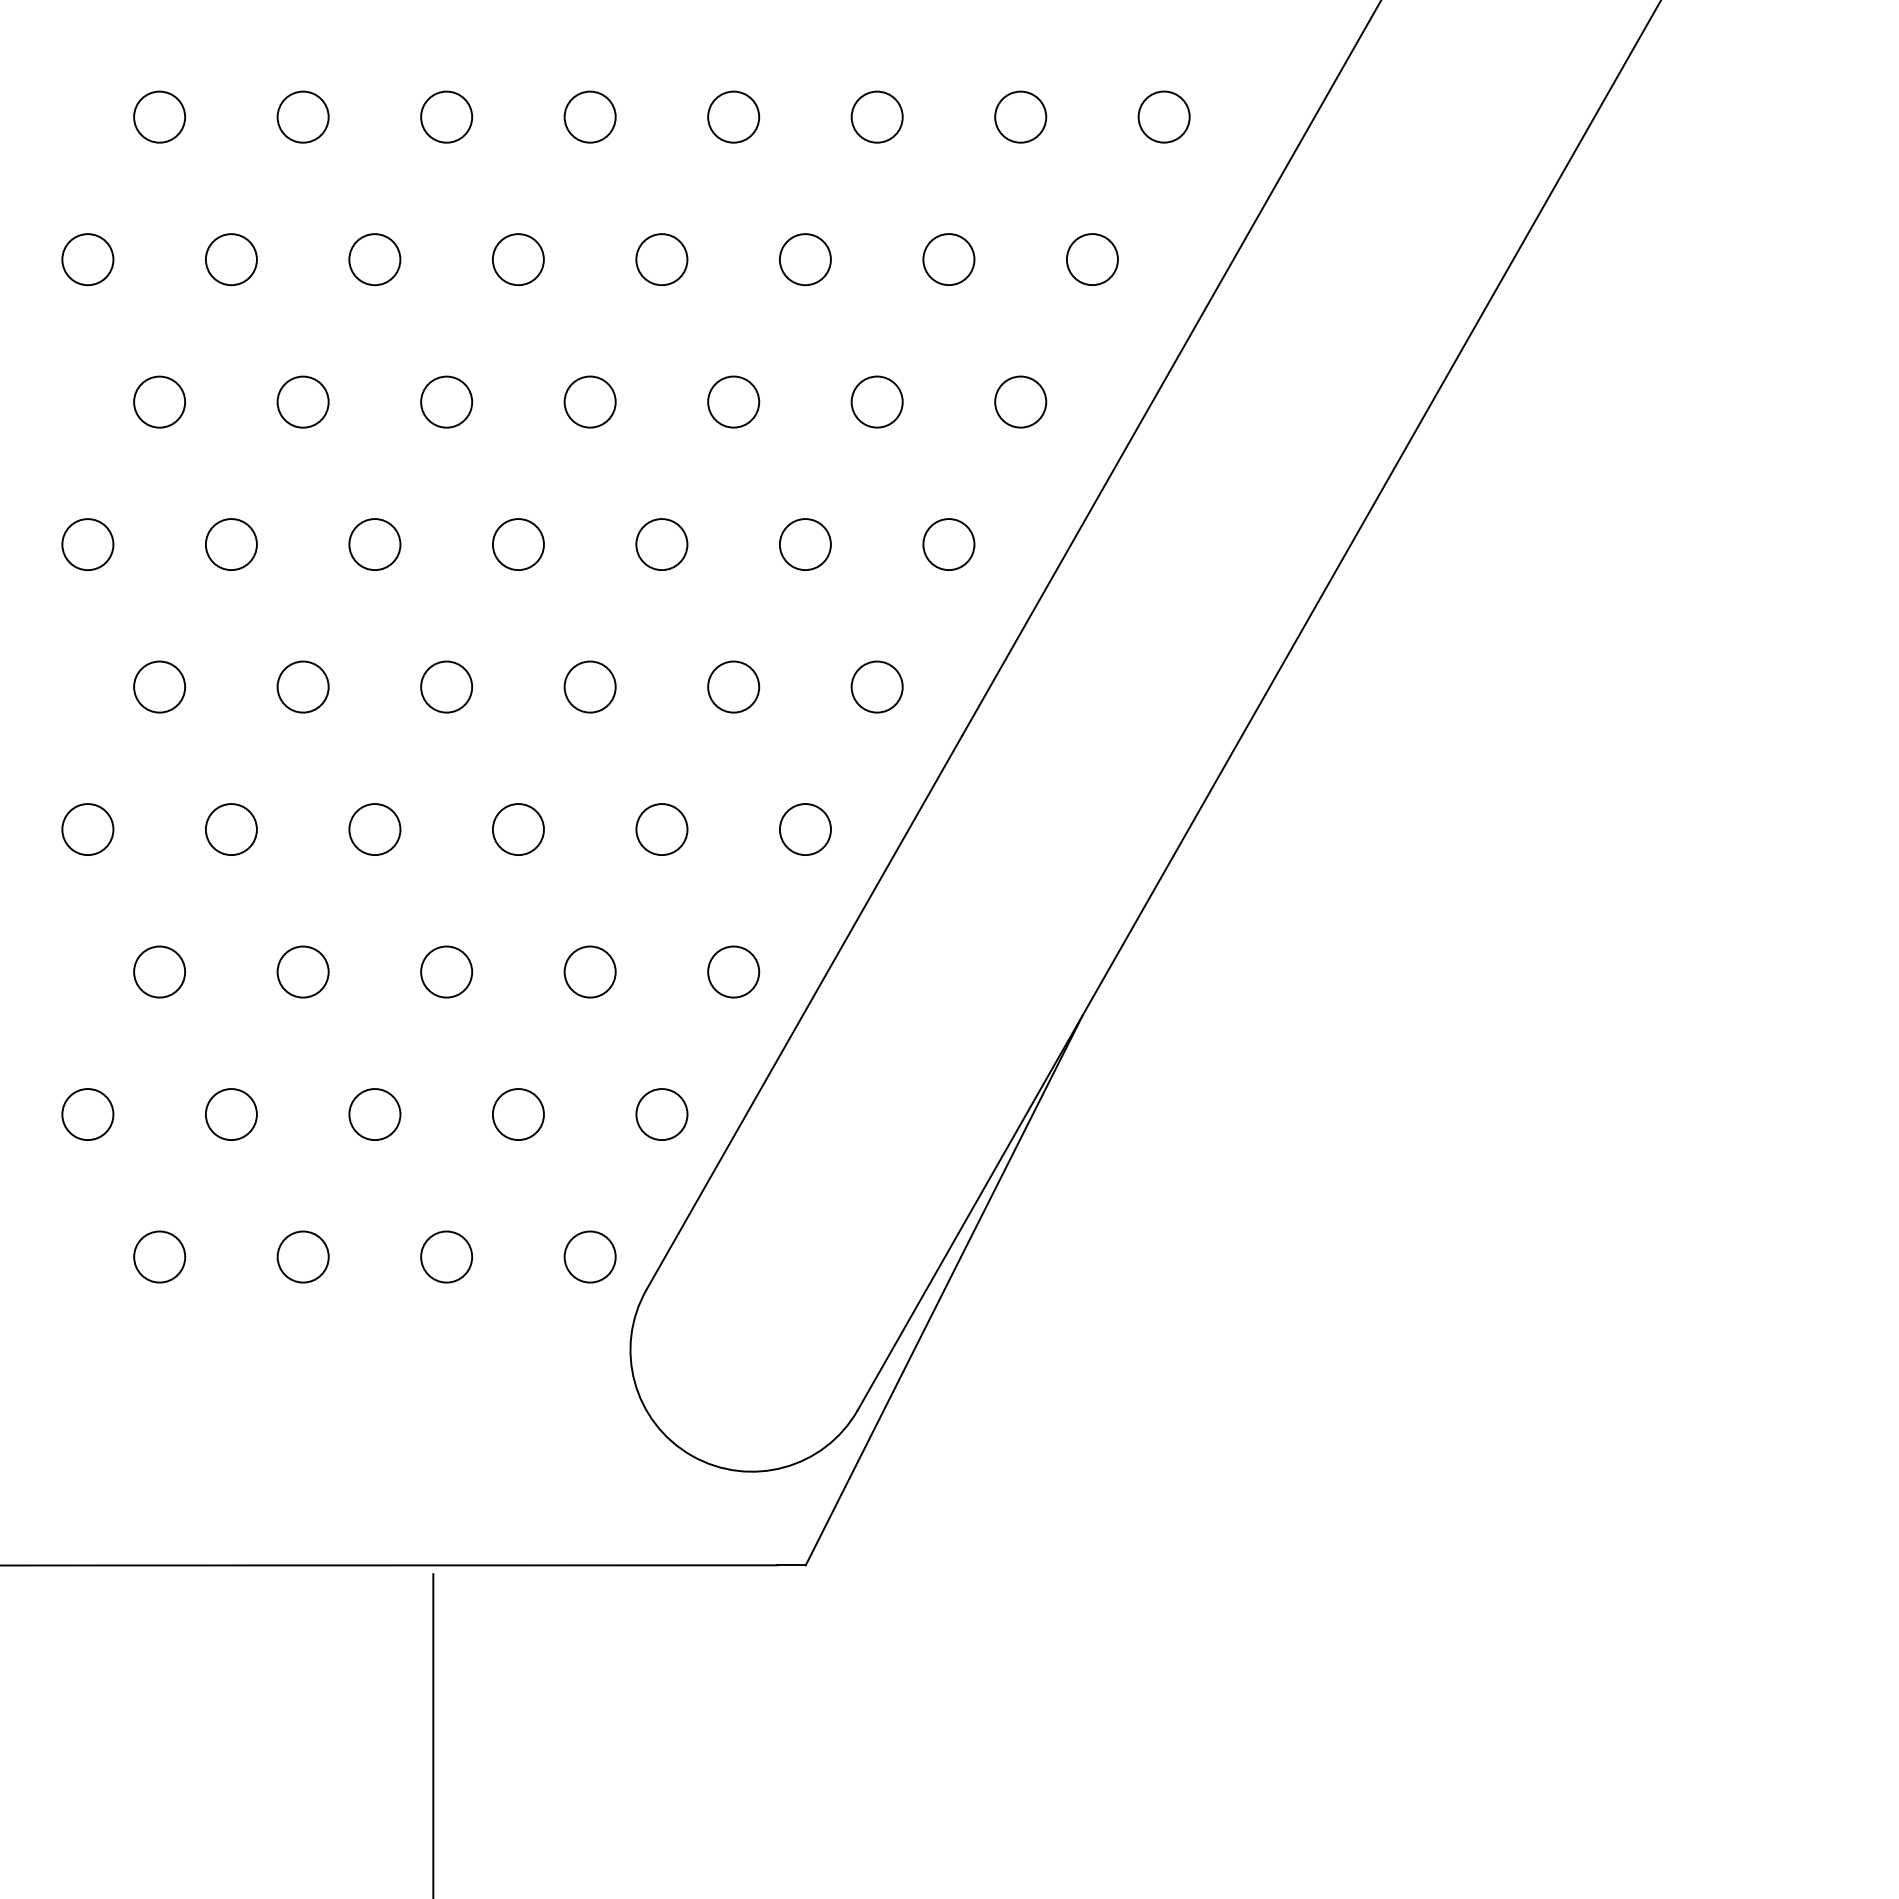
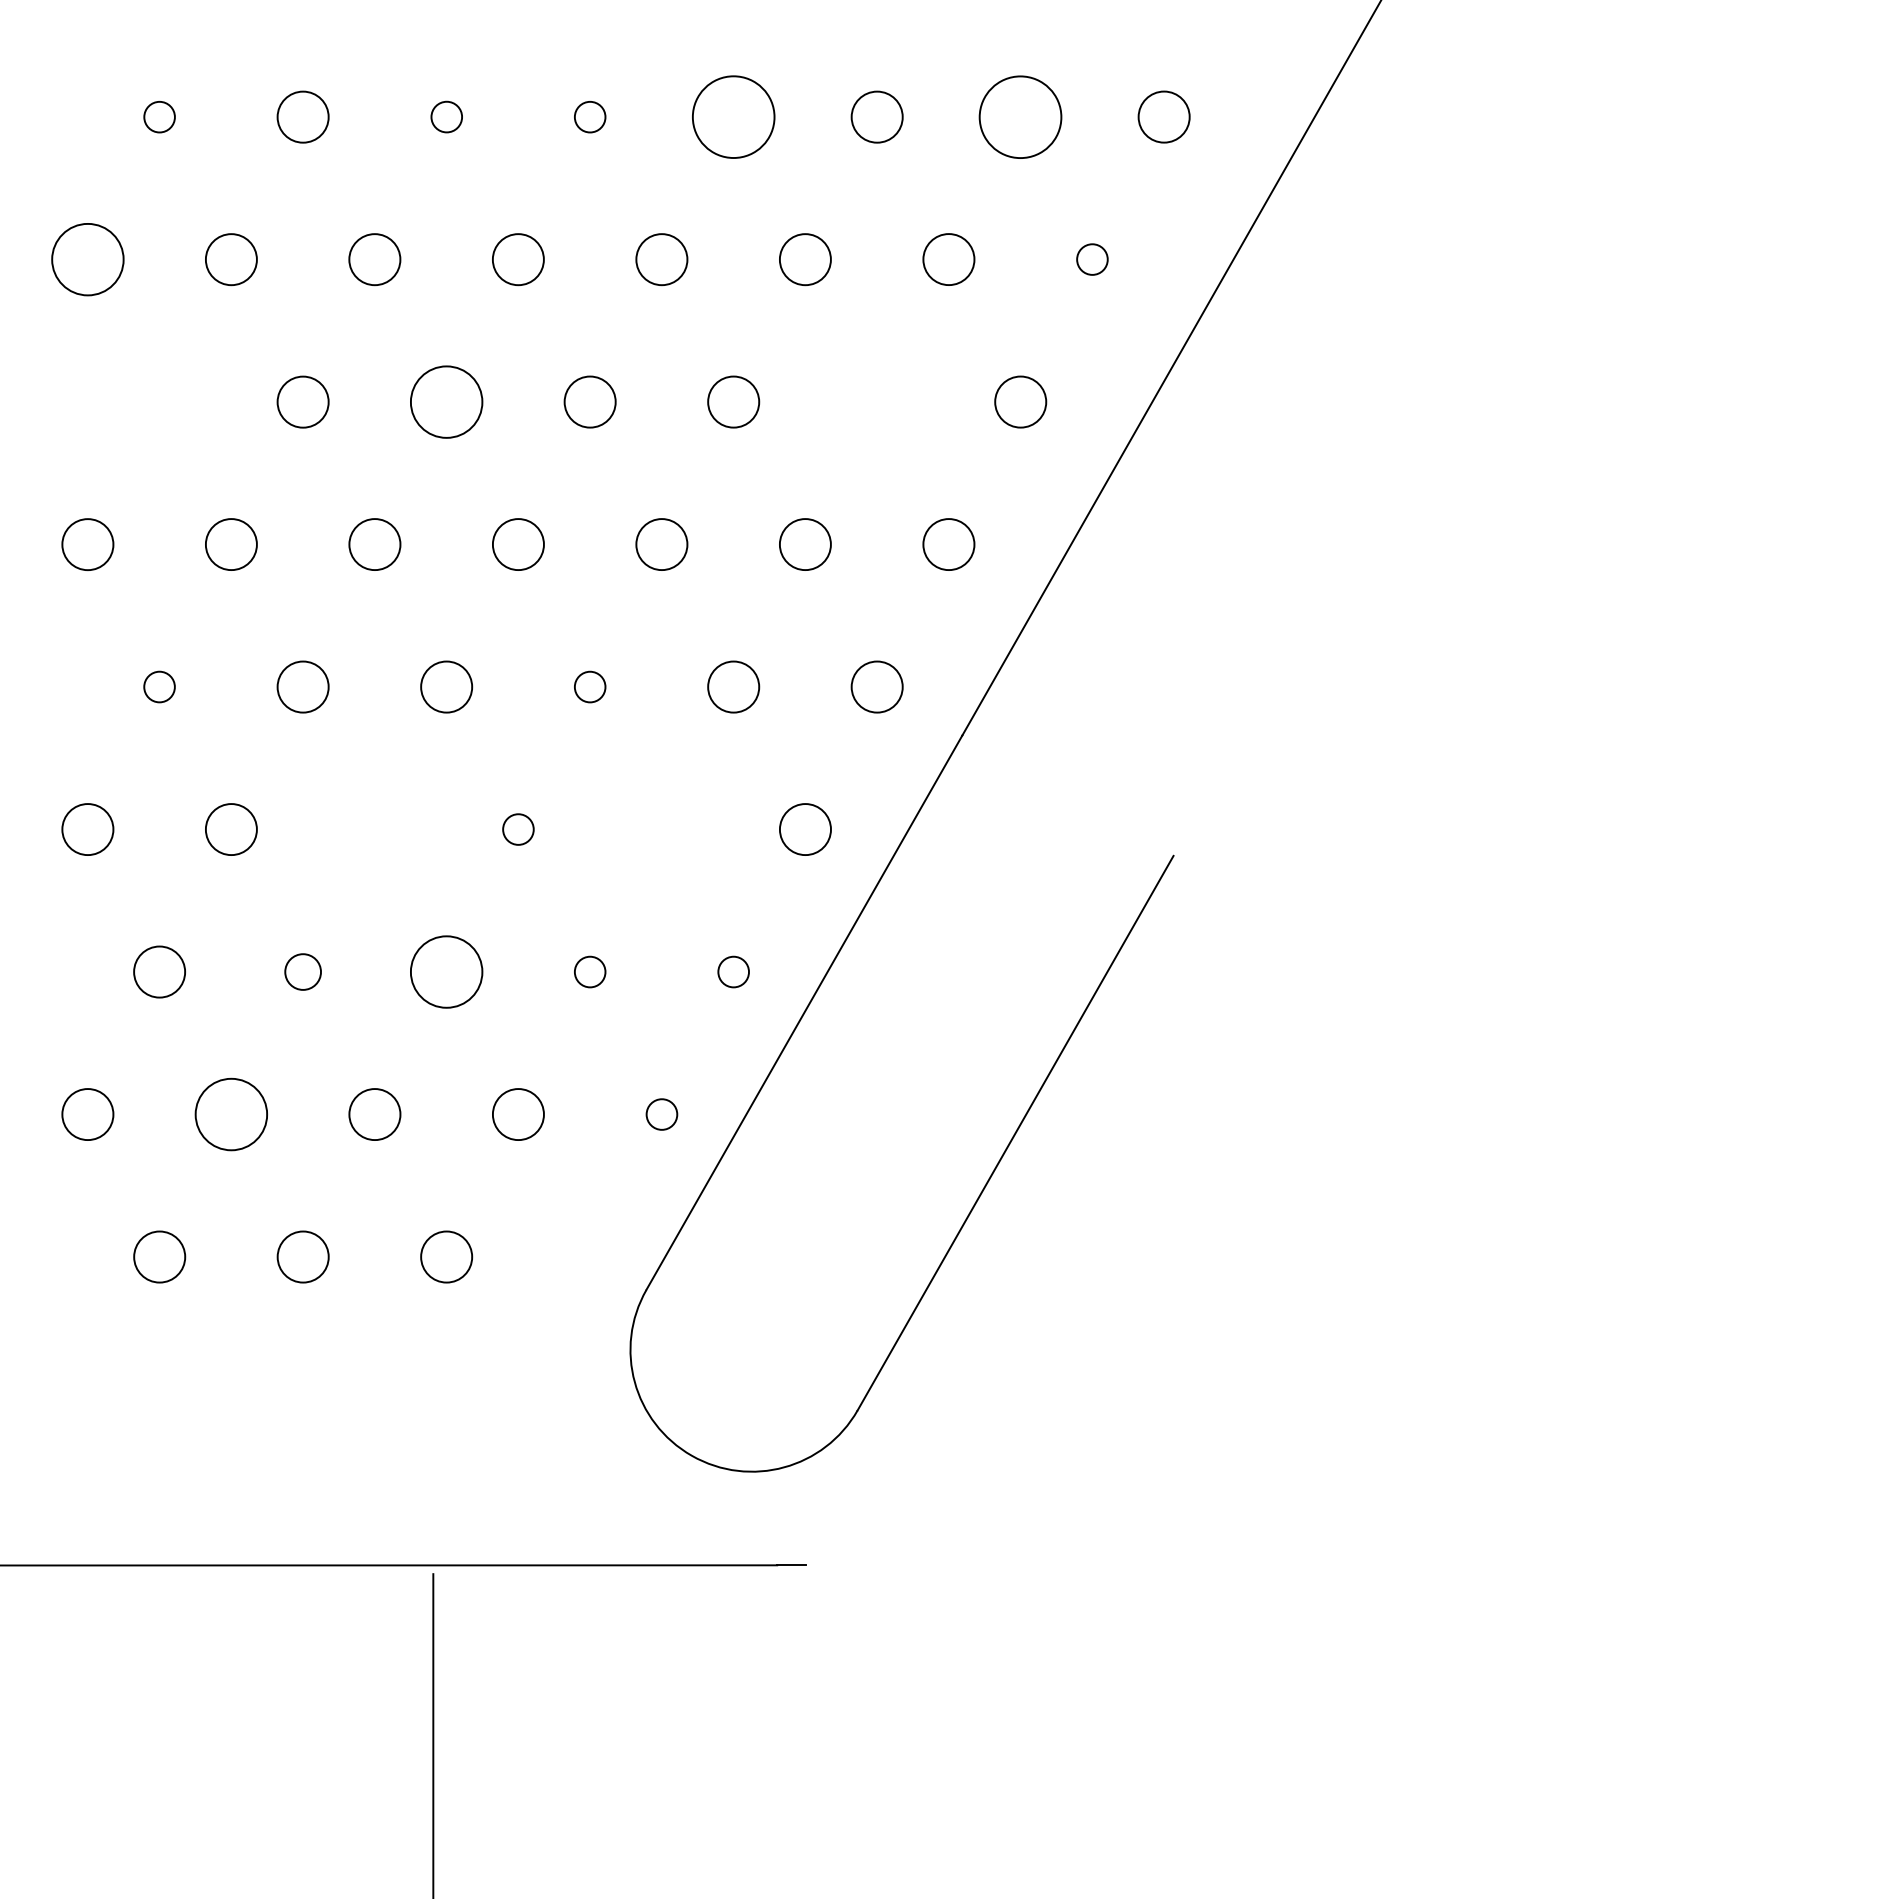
circle at (159, 116) diameter: 51 px -> 31 px
circle at (446, 116) size: 54x54 px -> 33x34 px
circle at (589, 116) diameter: 51 px -> 31 px
circle at (733, 116) diameter: 51 px -> 82 px
circle at (1020, 116) size: 54x54 px -> 85x84 px
circle at (87, 259) diameter: 51 px -> 71 px
circle at (1091, 259) diameter: 51 px -> 31 px
circle at (159, 401): present -> none
circle at (446, 401) diameter: 51 px -> 71 px
circle at (876, 401): present -> none
line at (1416, 428): present -> none
circle at (159, 686) size: 53x54 px -> 33x34 px
circle at (589, 686) diameter: 51 px -> 31 px
circle at (374, 829): present -> none
circle at (517, 829) diameter: 51 px -> 31 px
circle at (661, 829): present -> none
circle at (302, 971) diameter: 51 px -> 36 px
circle at (446, 971) diameter: 51 px -> 71 px
circle at (589, 971) diameter: 51 px -> 31 px
circle at (733, 971) diameter: 51 px -> 31 px
circle at (230, 1114) diameter: 51 px -> 71 px
circle at (661, 1114) diameter: 51 px -> 31 px
circle at (589, 1256): present -> none
line at (943, 1290): present -> none
